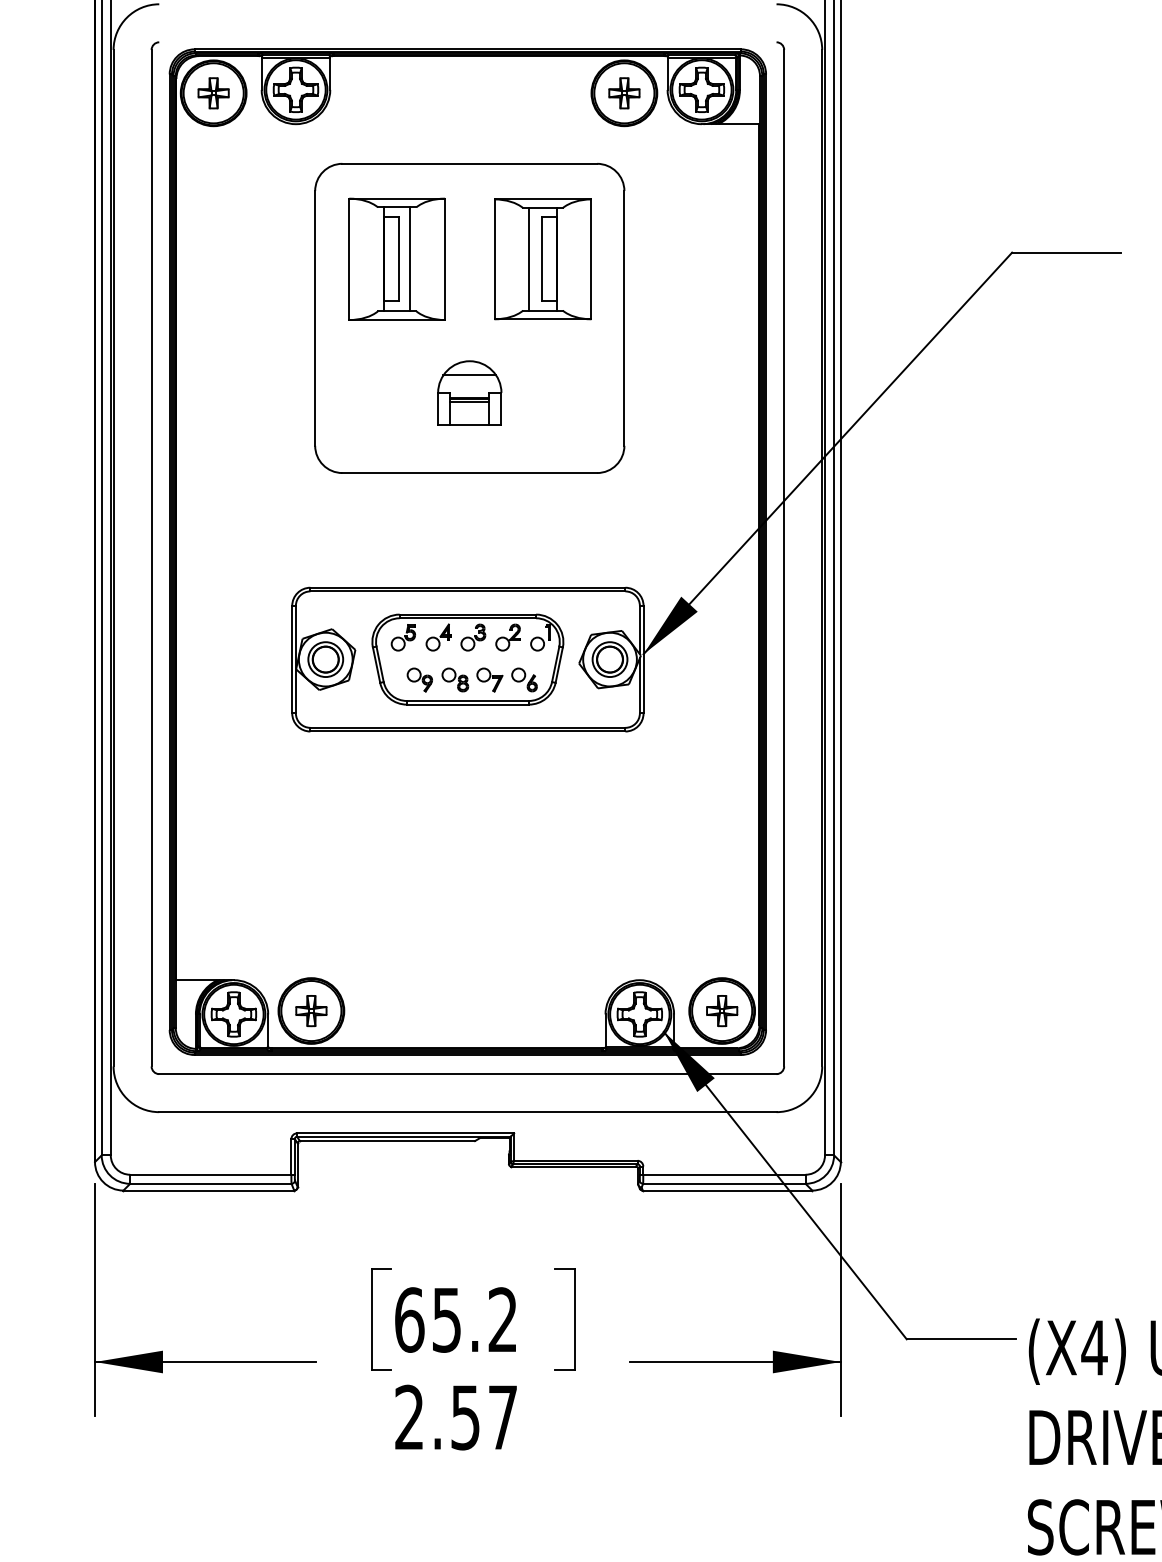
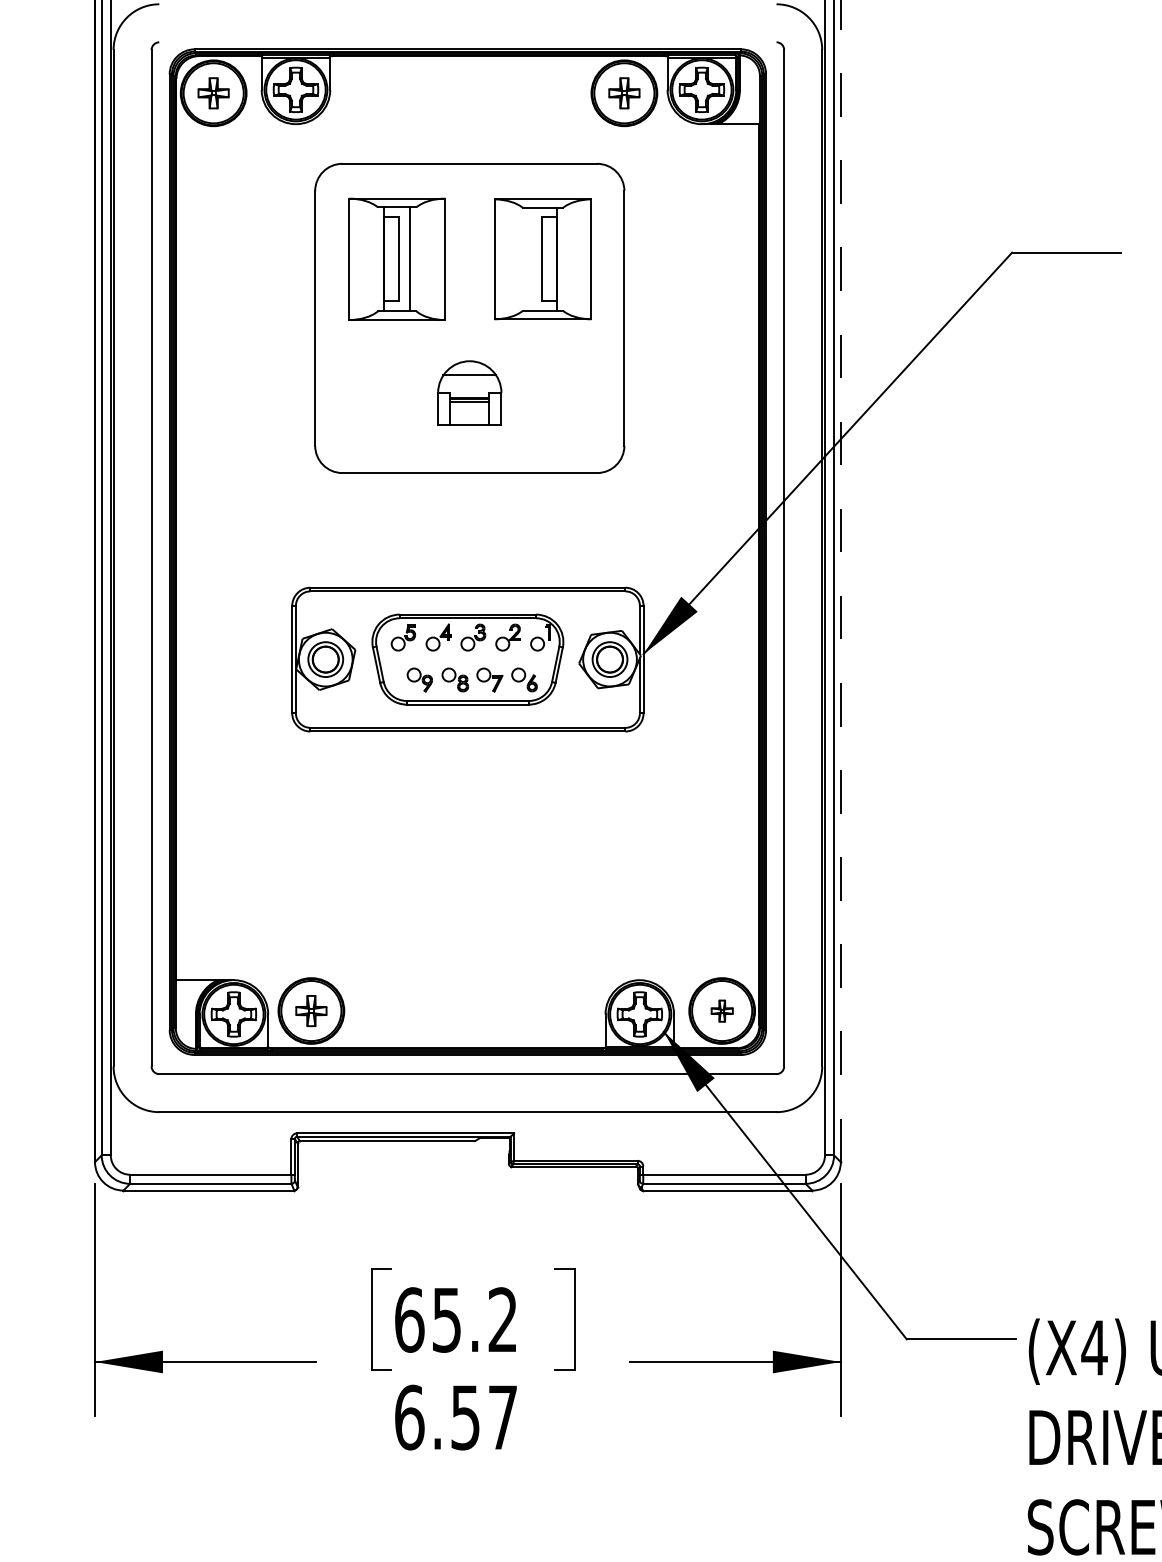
line at (529, 259): present -> none
line at (840, 581): solid -> dashed
part at (722, 1011) size: 33x33 px -> 24x24 px
text at (409, 1417): 2.57 -> 6.57
